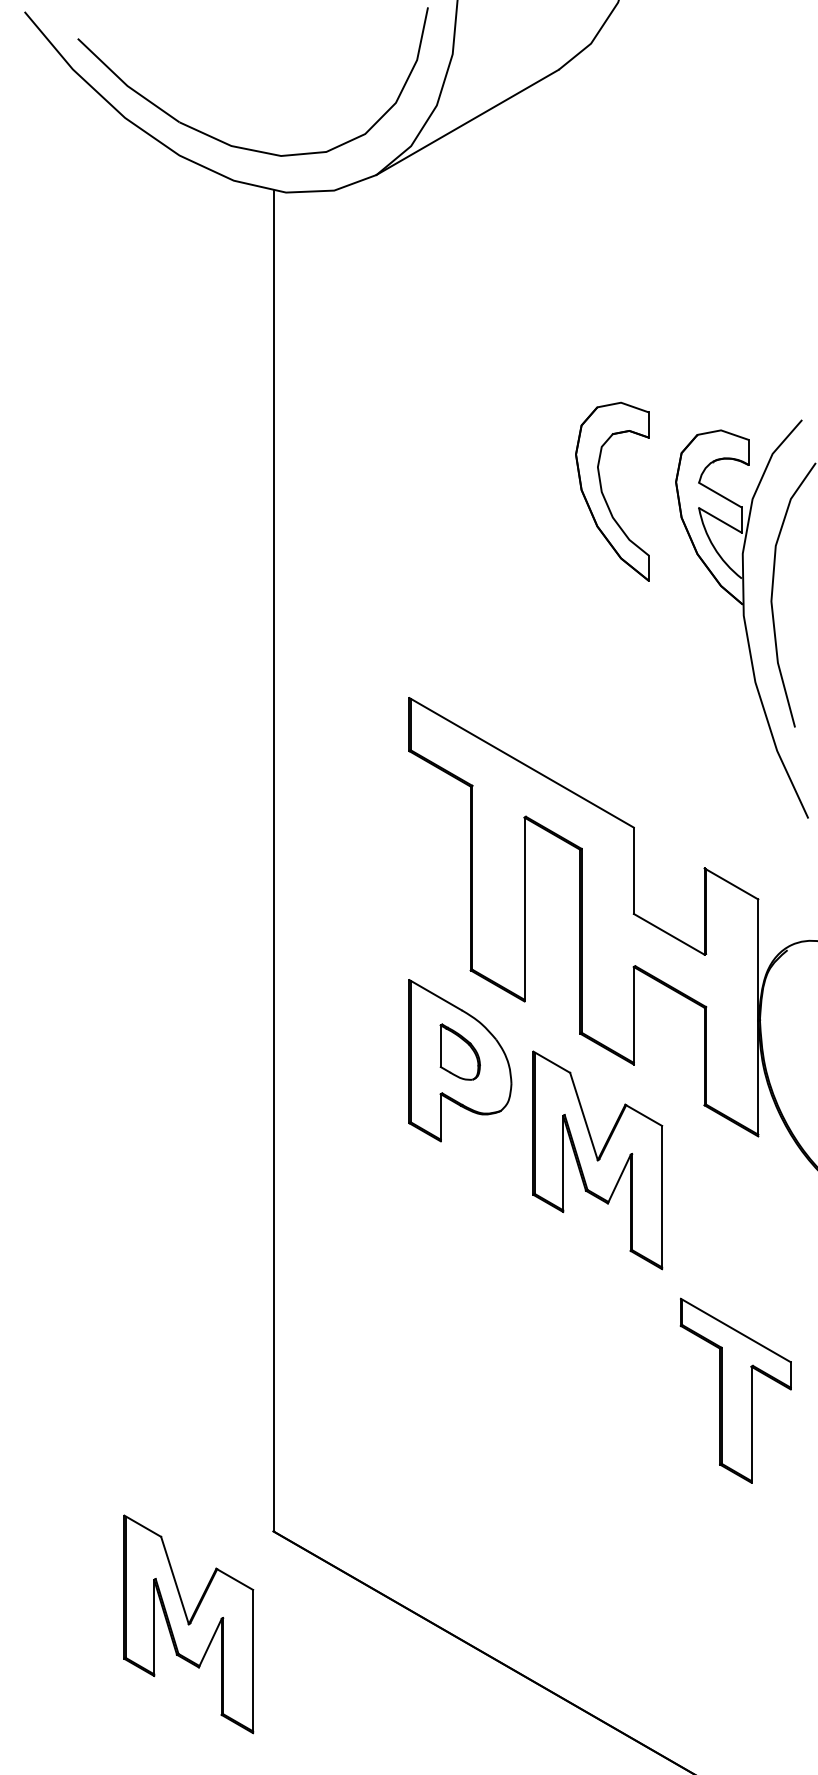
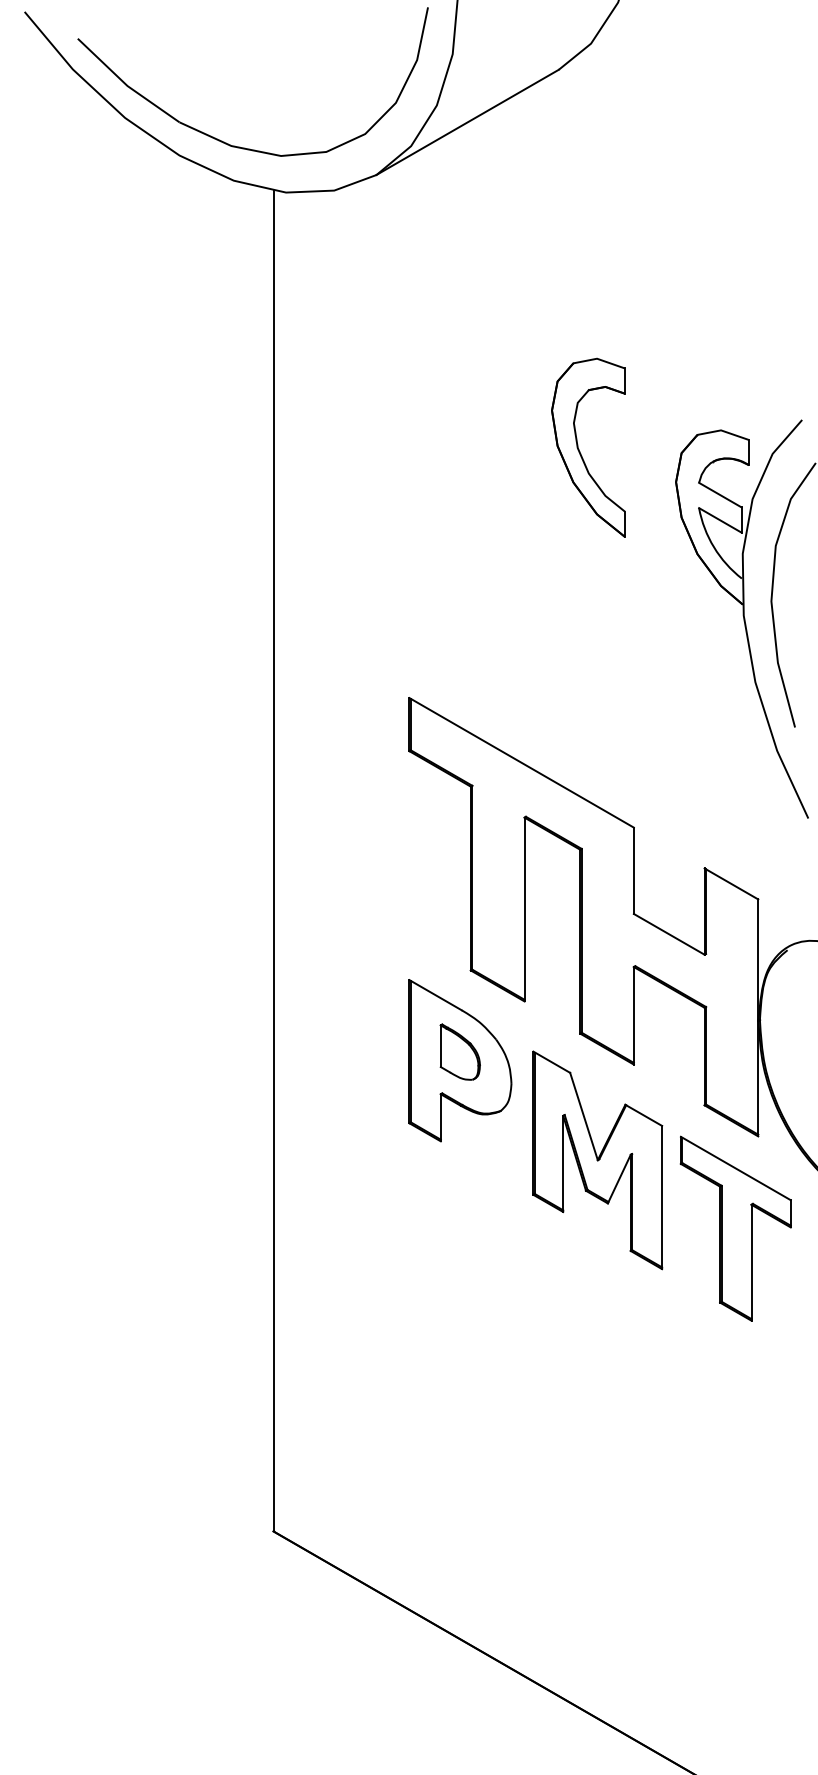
part at (604, 495) position: (604, 495) -> (580, 451)
part at (735, 1390) position: (735, 1390) -> (735, 1228)
part at (188, 1624): present -> none
